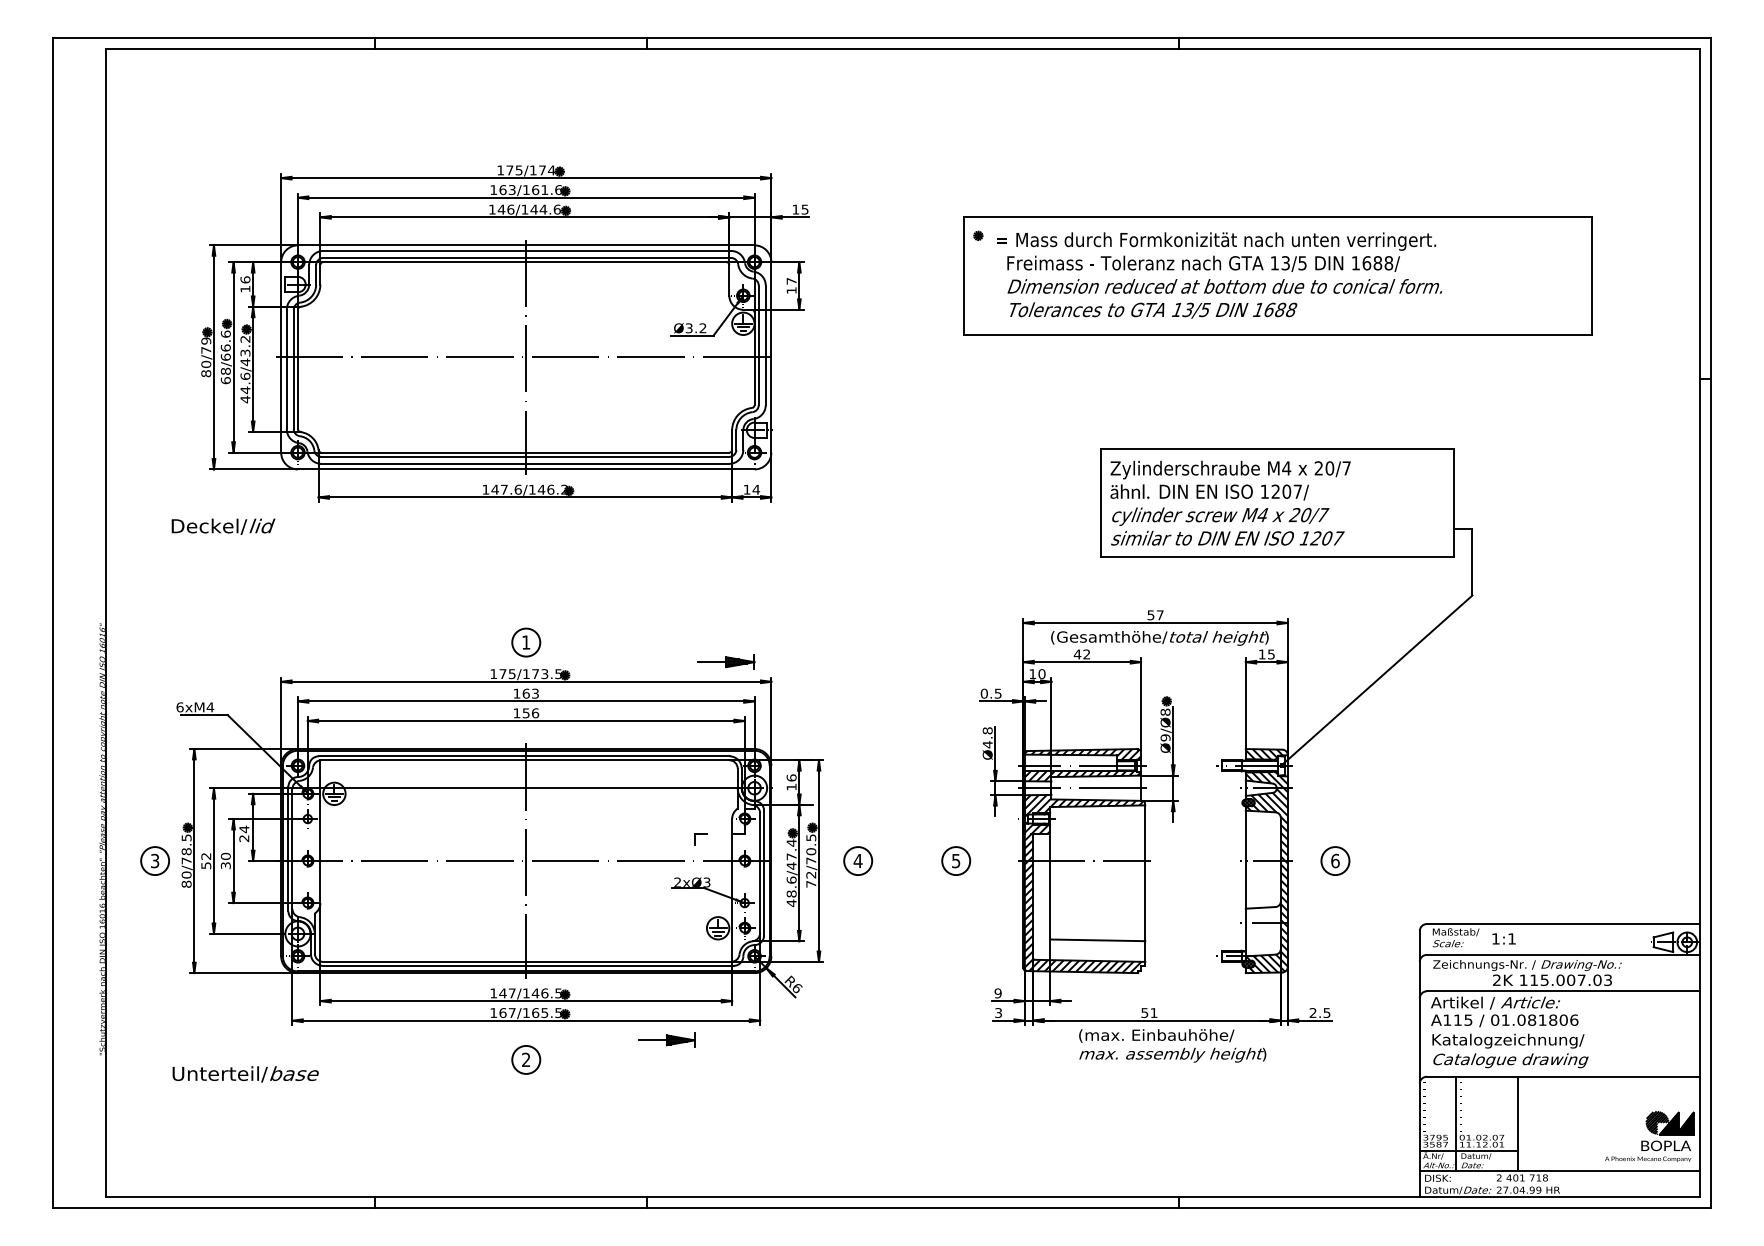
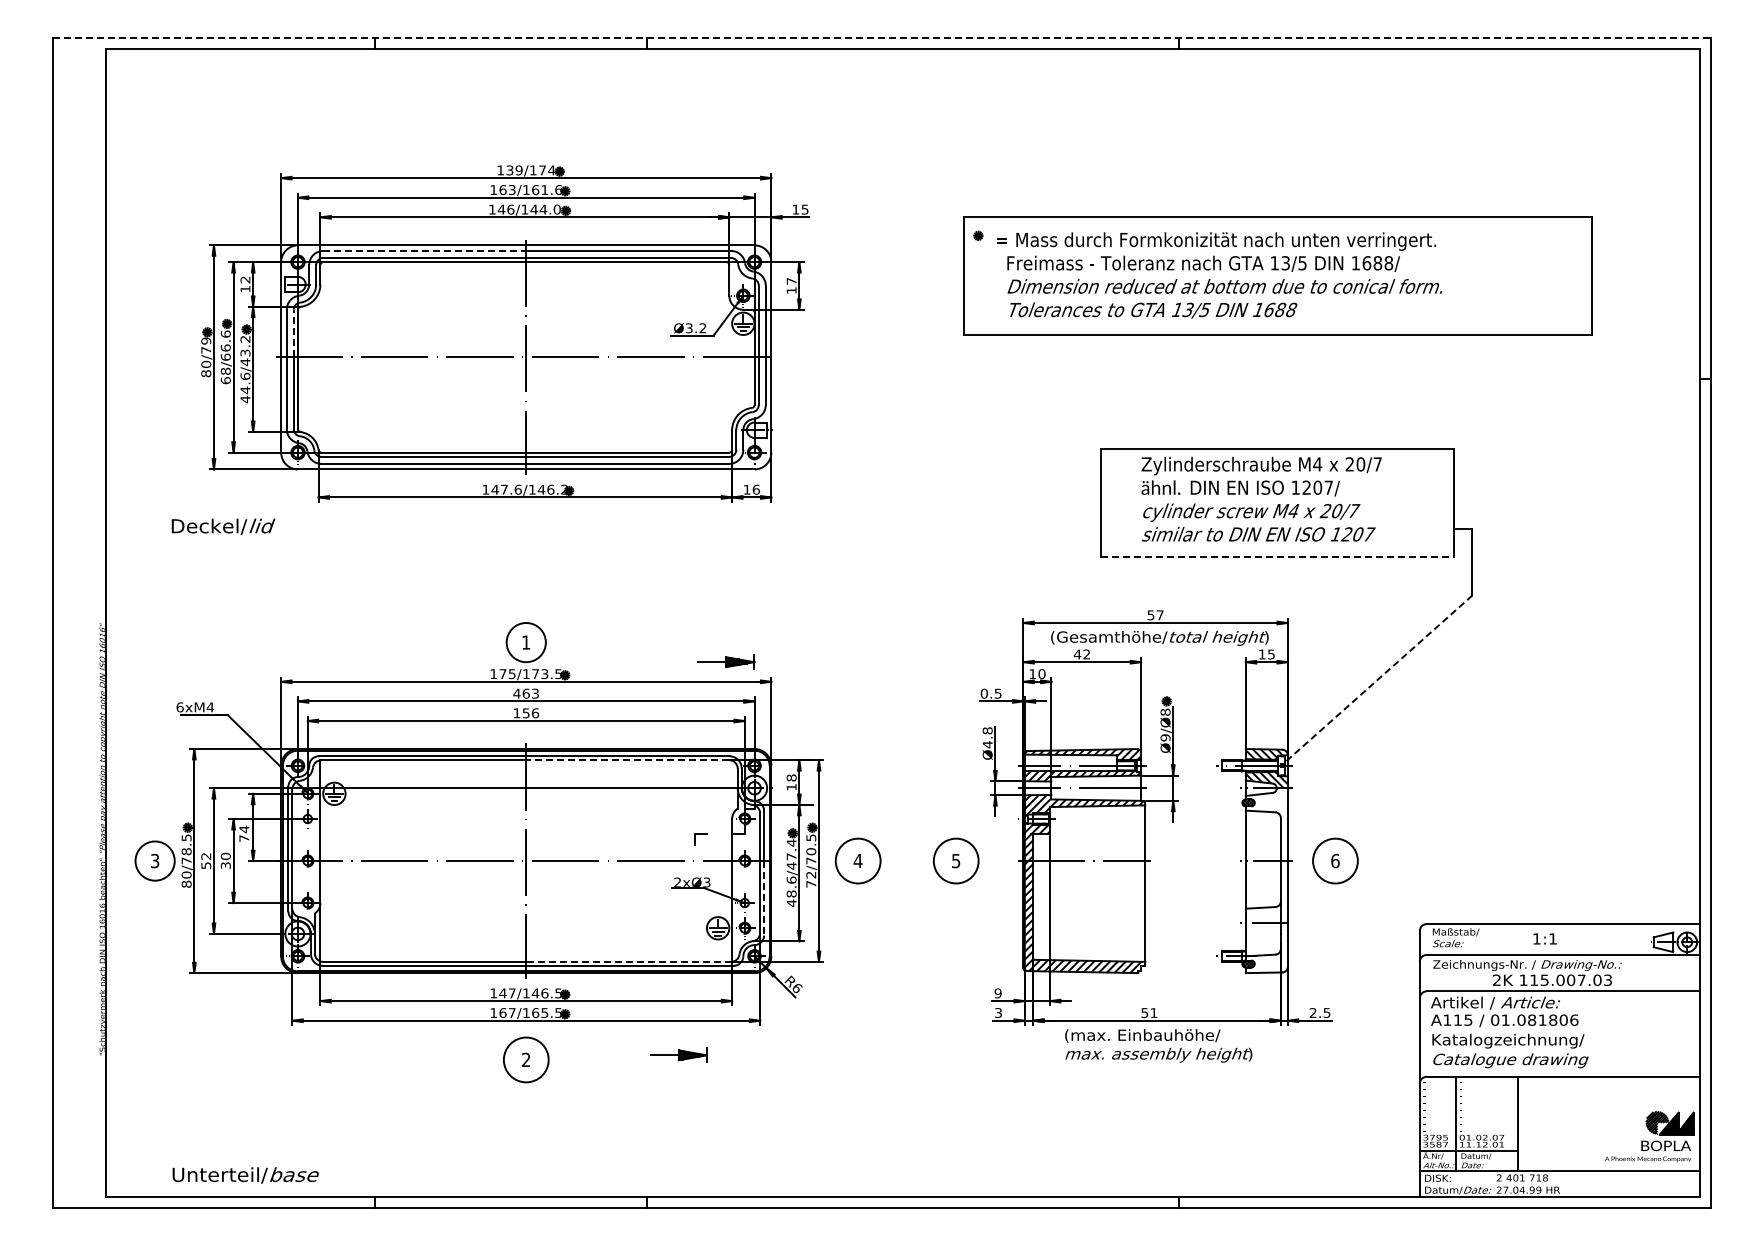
line at (882, 37): solid -> dashed
text at (514, 170): 175/174 -> 139/174
text at (557, 209): 146/144.6 -> 146/144.0
line at (424, 250): solid -> dashed
text at (245, 279): 16 -> 12
line at (293, 333): solid -> dashed
text at (755, 489): 14 -> 16
text at (1230, 502) position: (1230, 502) -> (1261, 498)
line at (1278, 556): solid -> dashed
circle at (526, 642) diameter: 28 px -> 39 px
line at (1376, 680): solid -> dashed
text at (516, 693): 163 -> 463
line at (627, 760): solid -> dashed
text at (791, 777): 16 -> 18
text at (244, 838): 24 -> 74
circle at (155, 861) diameter: 28 px -> 39 px
circle at (858, 861) diameter: 28 px -> 45 px
circle at (956, 861) diameter: 28 px -> 45 px
circle at (1335, 861) diameter: 28 px -> 45 px
hatch at (1266, 880): present -> none
line at (764, 898): solid -> dashed
text at (1503, 938) position: (1503, 938) -> (1544, 938)
line at (1097, 940): present -> none
line at (629, 961): solid -> dashed
part at (666, 1039) position: (666, 1039) -> (678, 1054)
text at (1172, 1045) position: (1172, 1045) -> (1158, 1045)
circle at (526, 1059) diameter: 28 px -> 45 px
text at (245, 1074) position: (245, 1074) -> (245, 1175)
